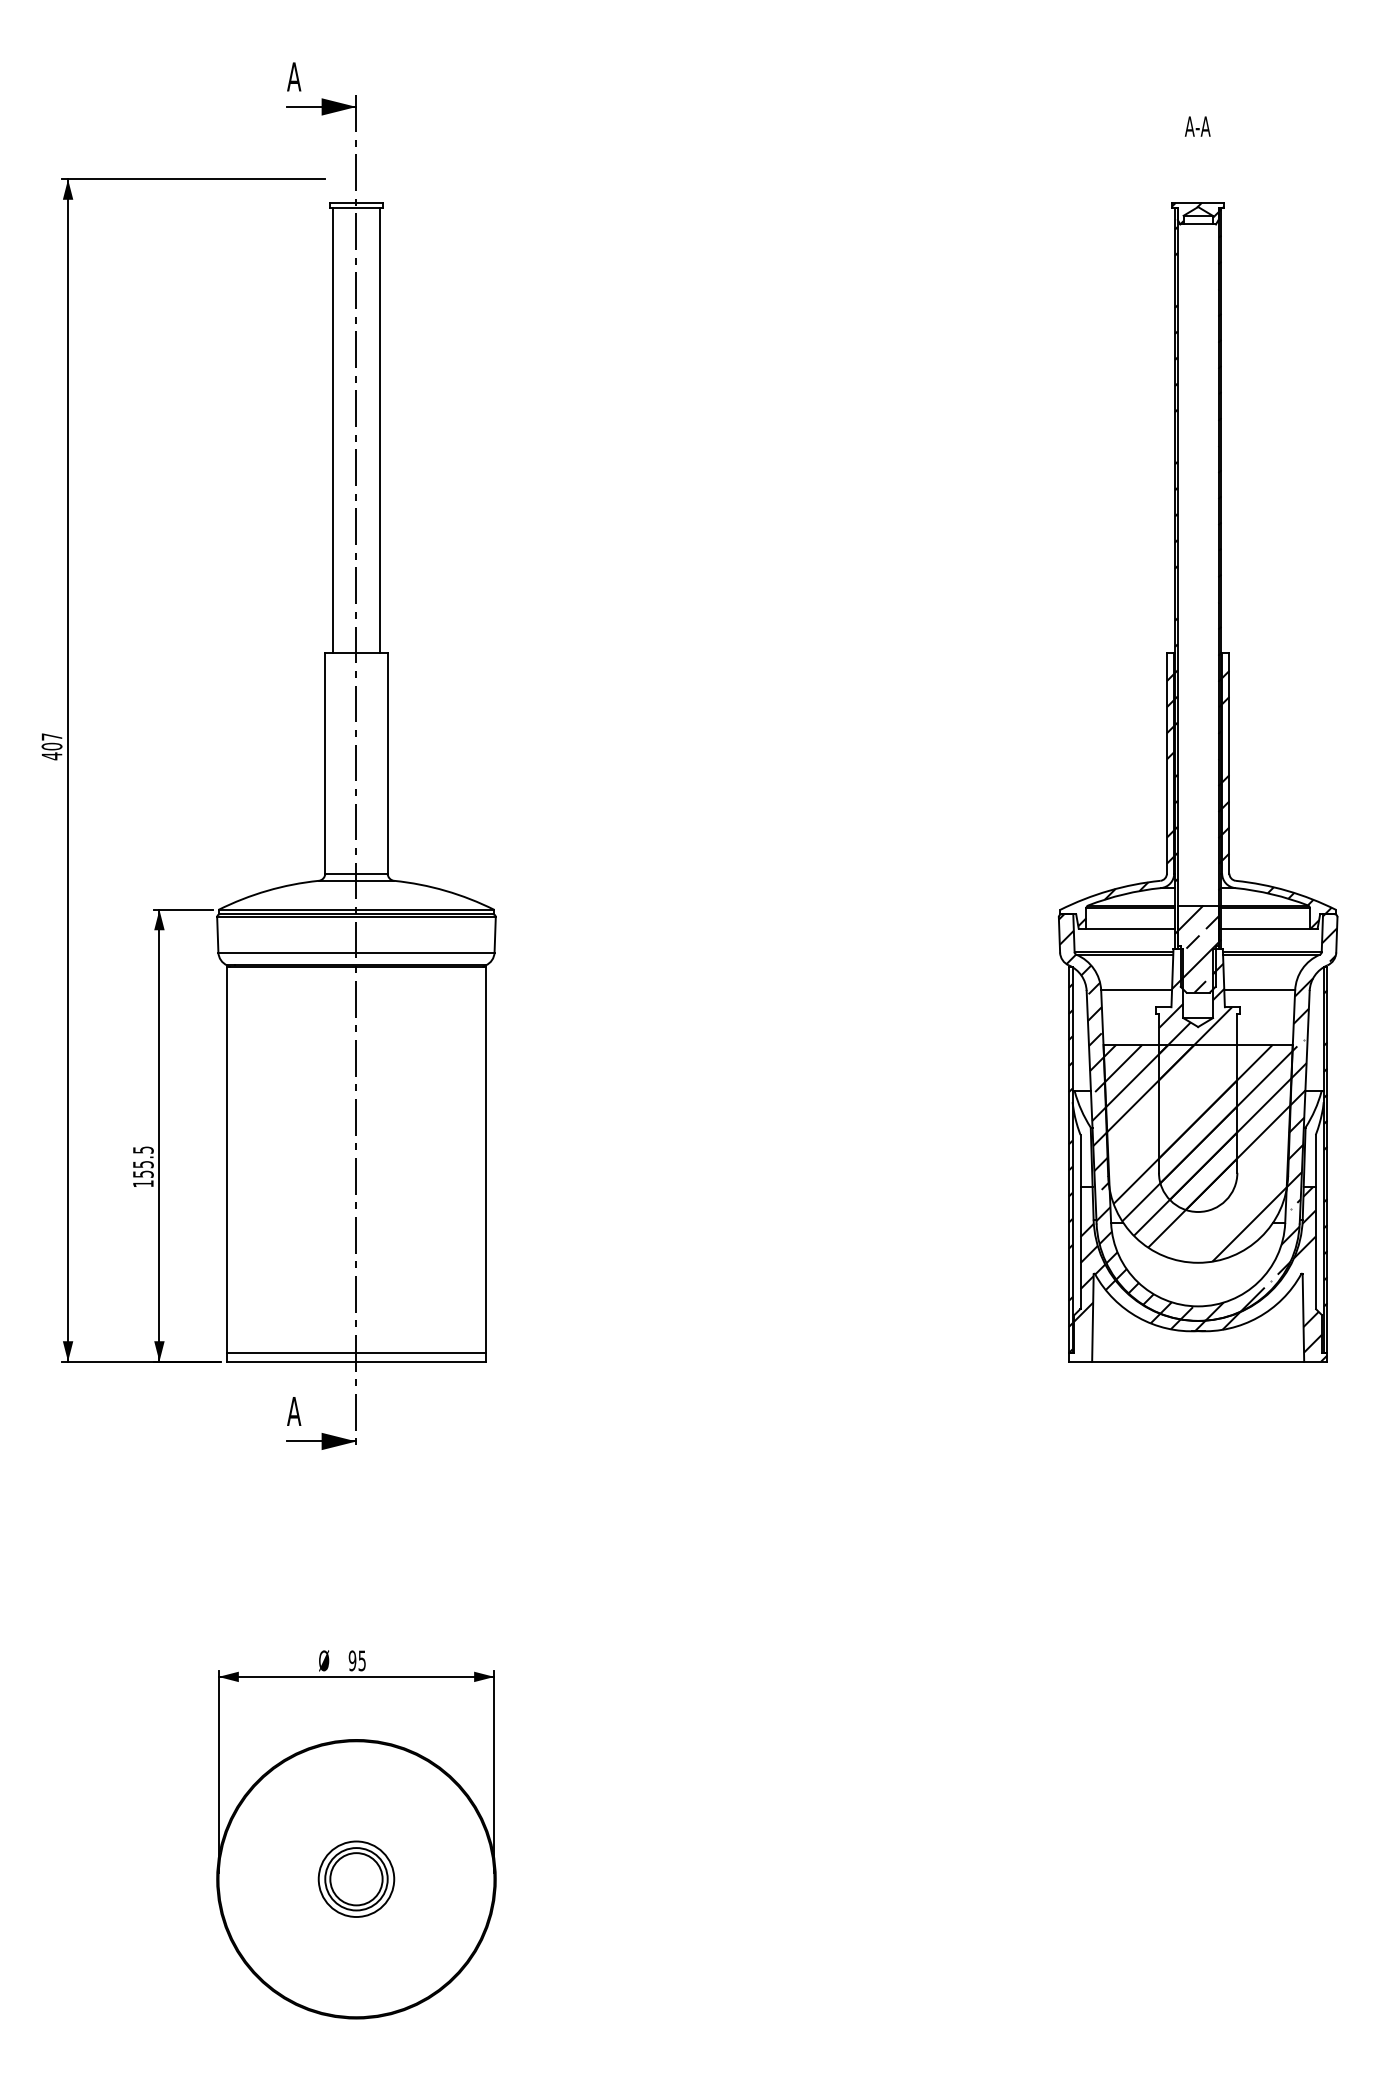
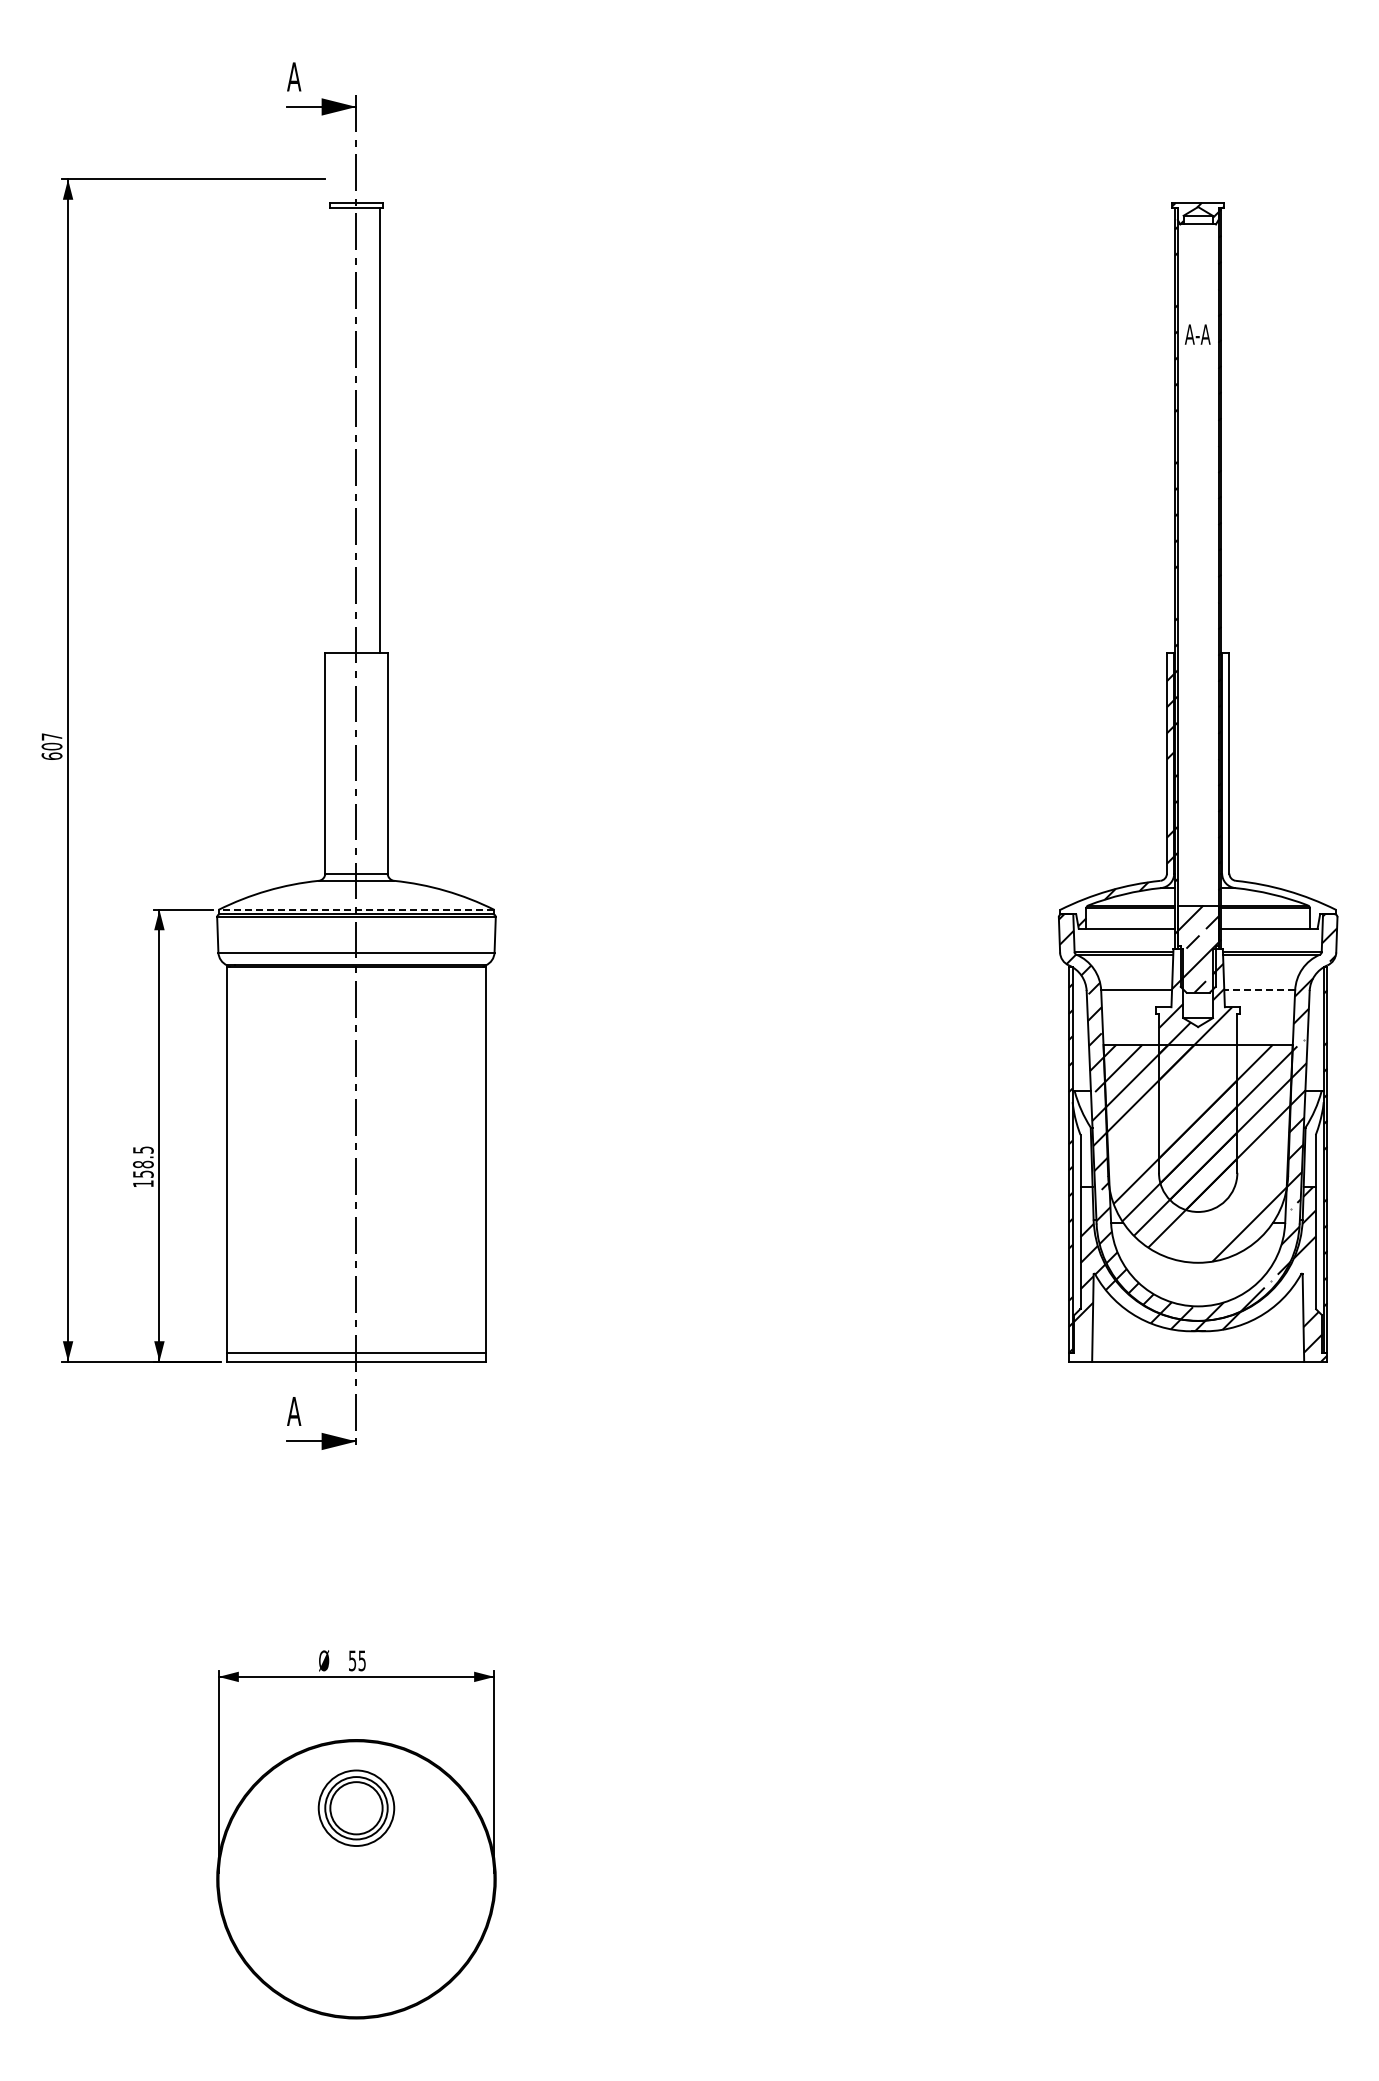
text at (1197, 126) position: (1197, 126) -> (1197, 334)
line at (333, 430): present -> none
text at (51, 756): 407 -> 607
hatch at (1276, 799): present -> none
line at (356, 909): solid -> dashed
line at (1259, 990): solid -> dashed
text at (142, 1164): 155.5 -> 158.5
text at (352, 1660): 95 -> 55
part at (356, 1878) position: (356, 1878) -> (356, 1807)
